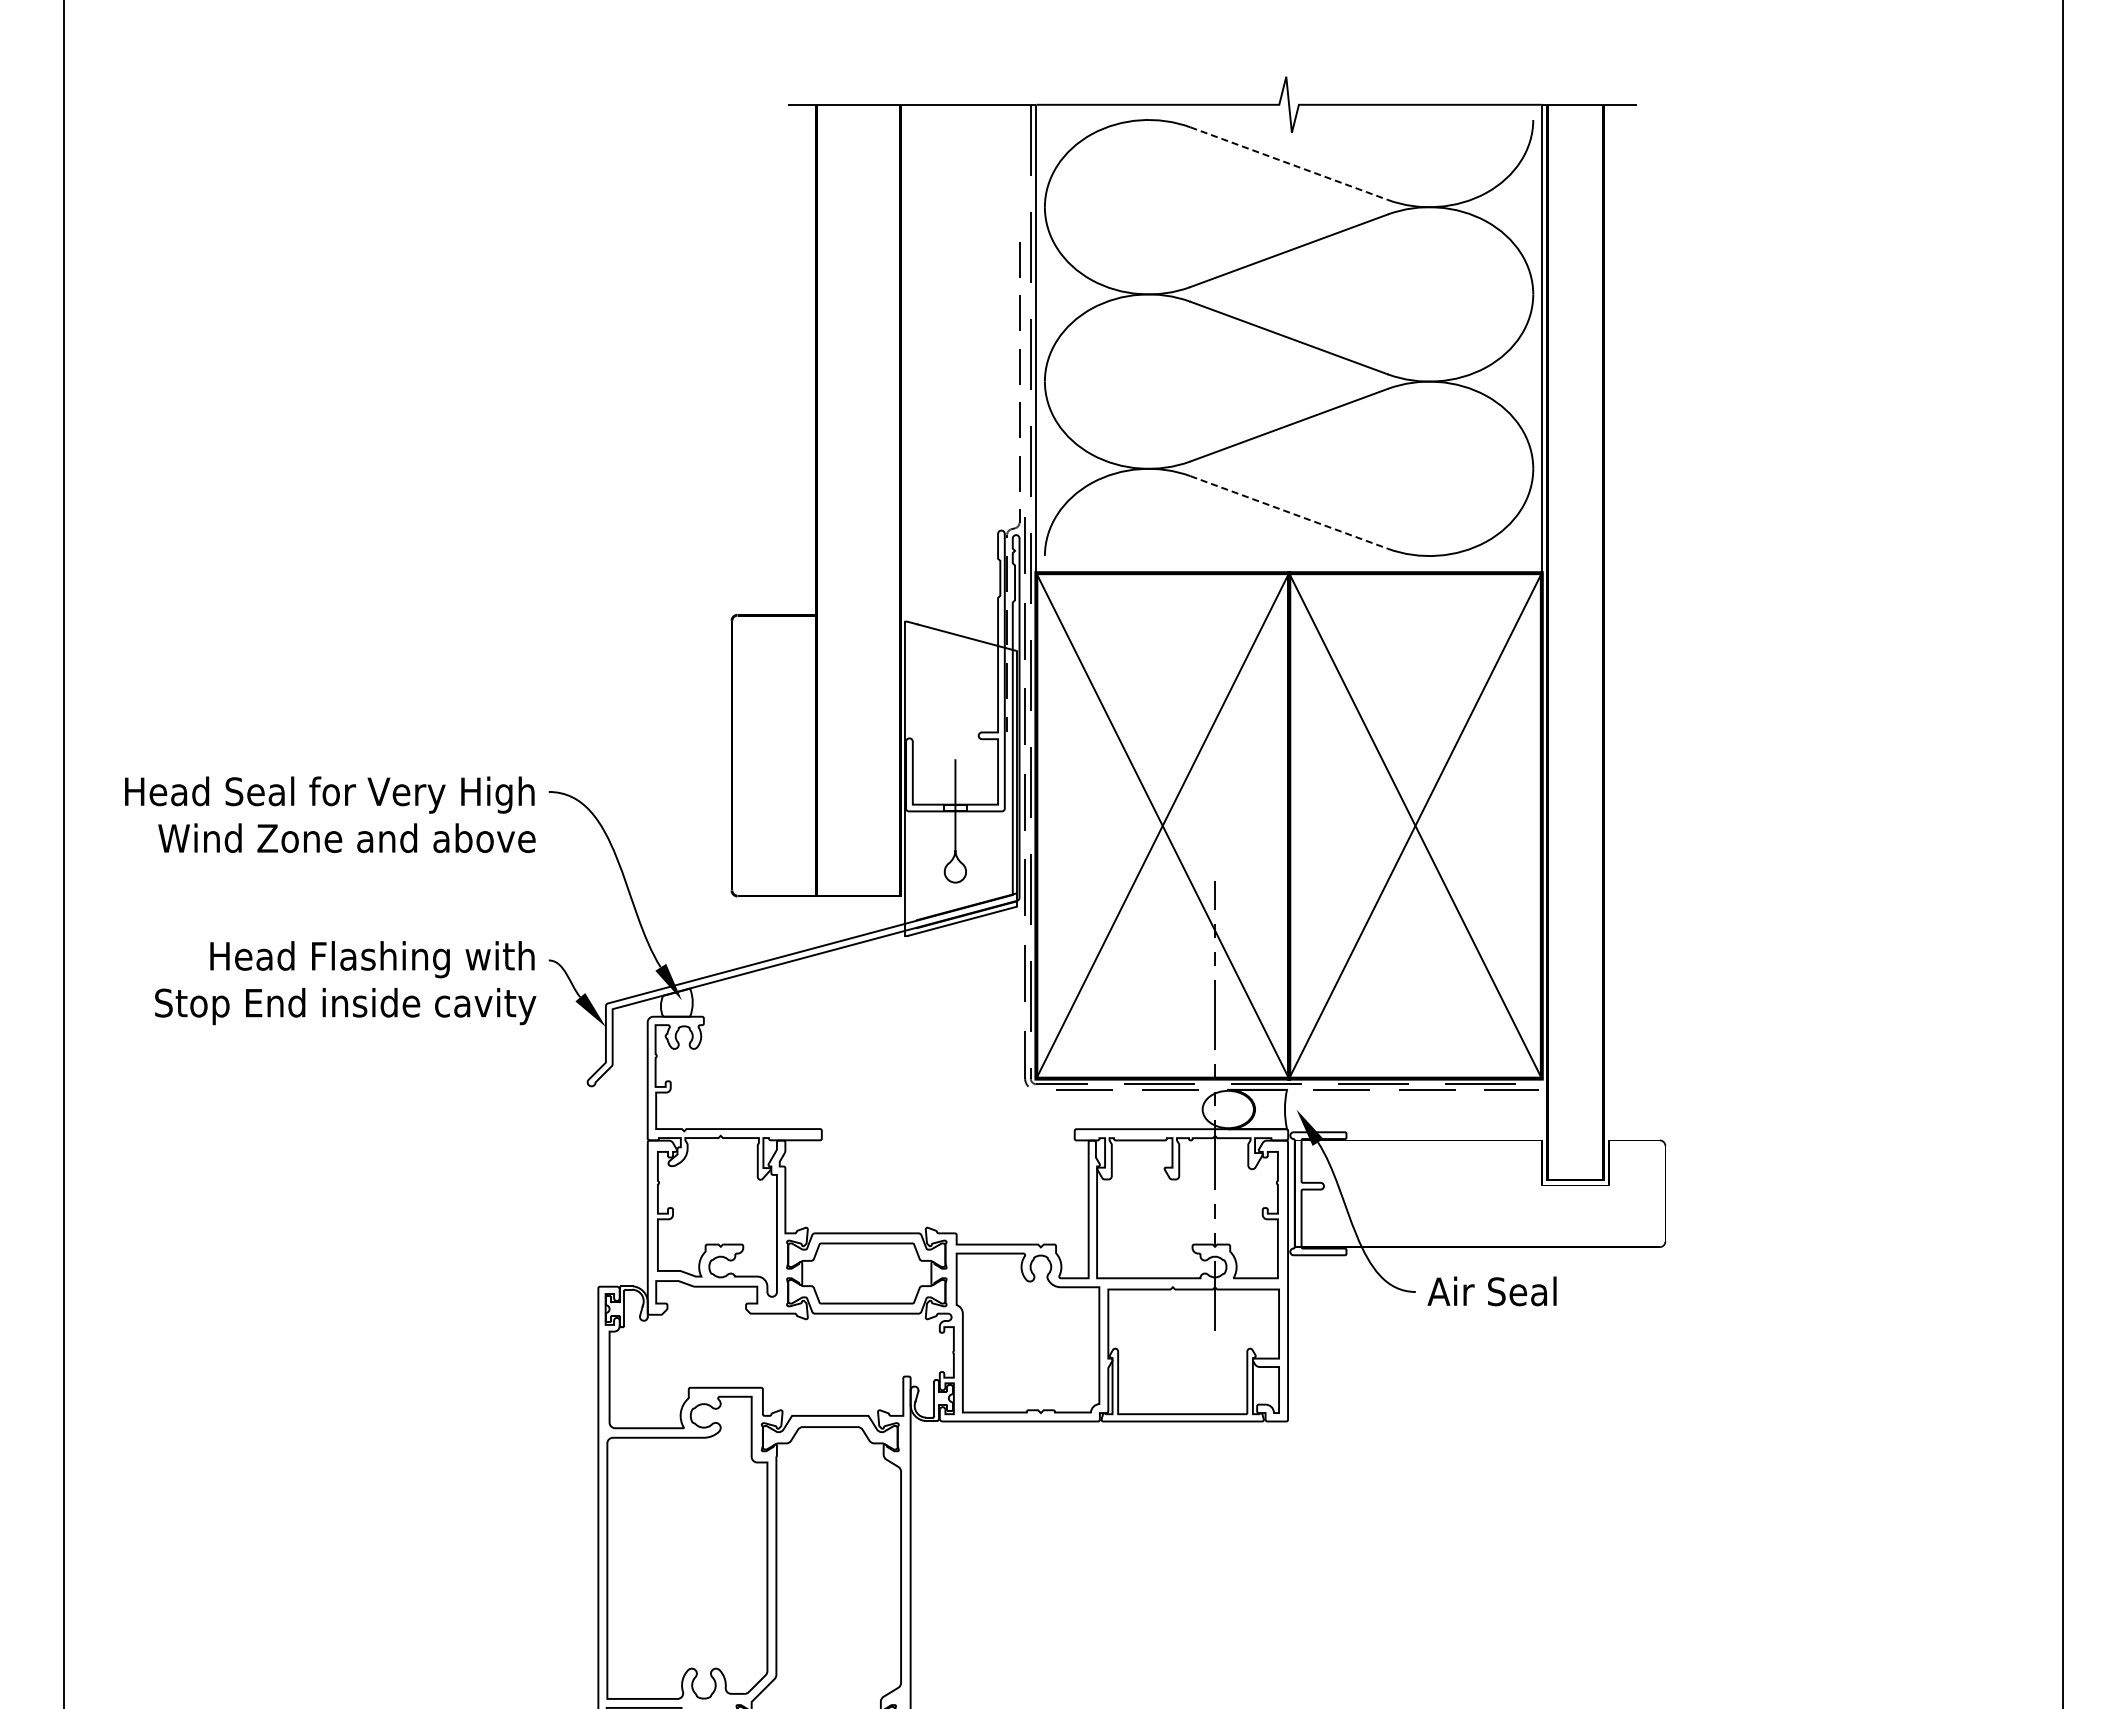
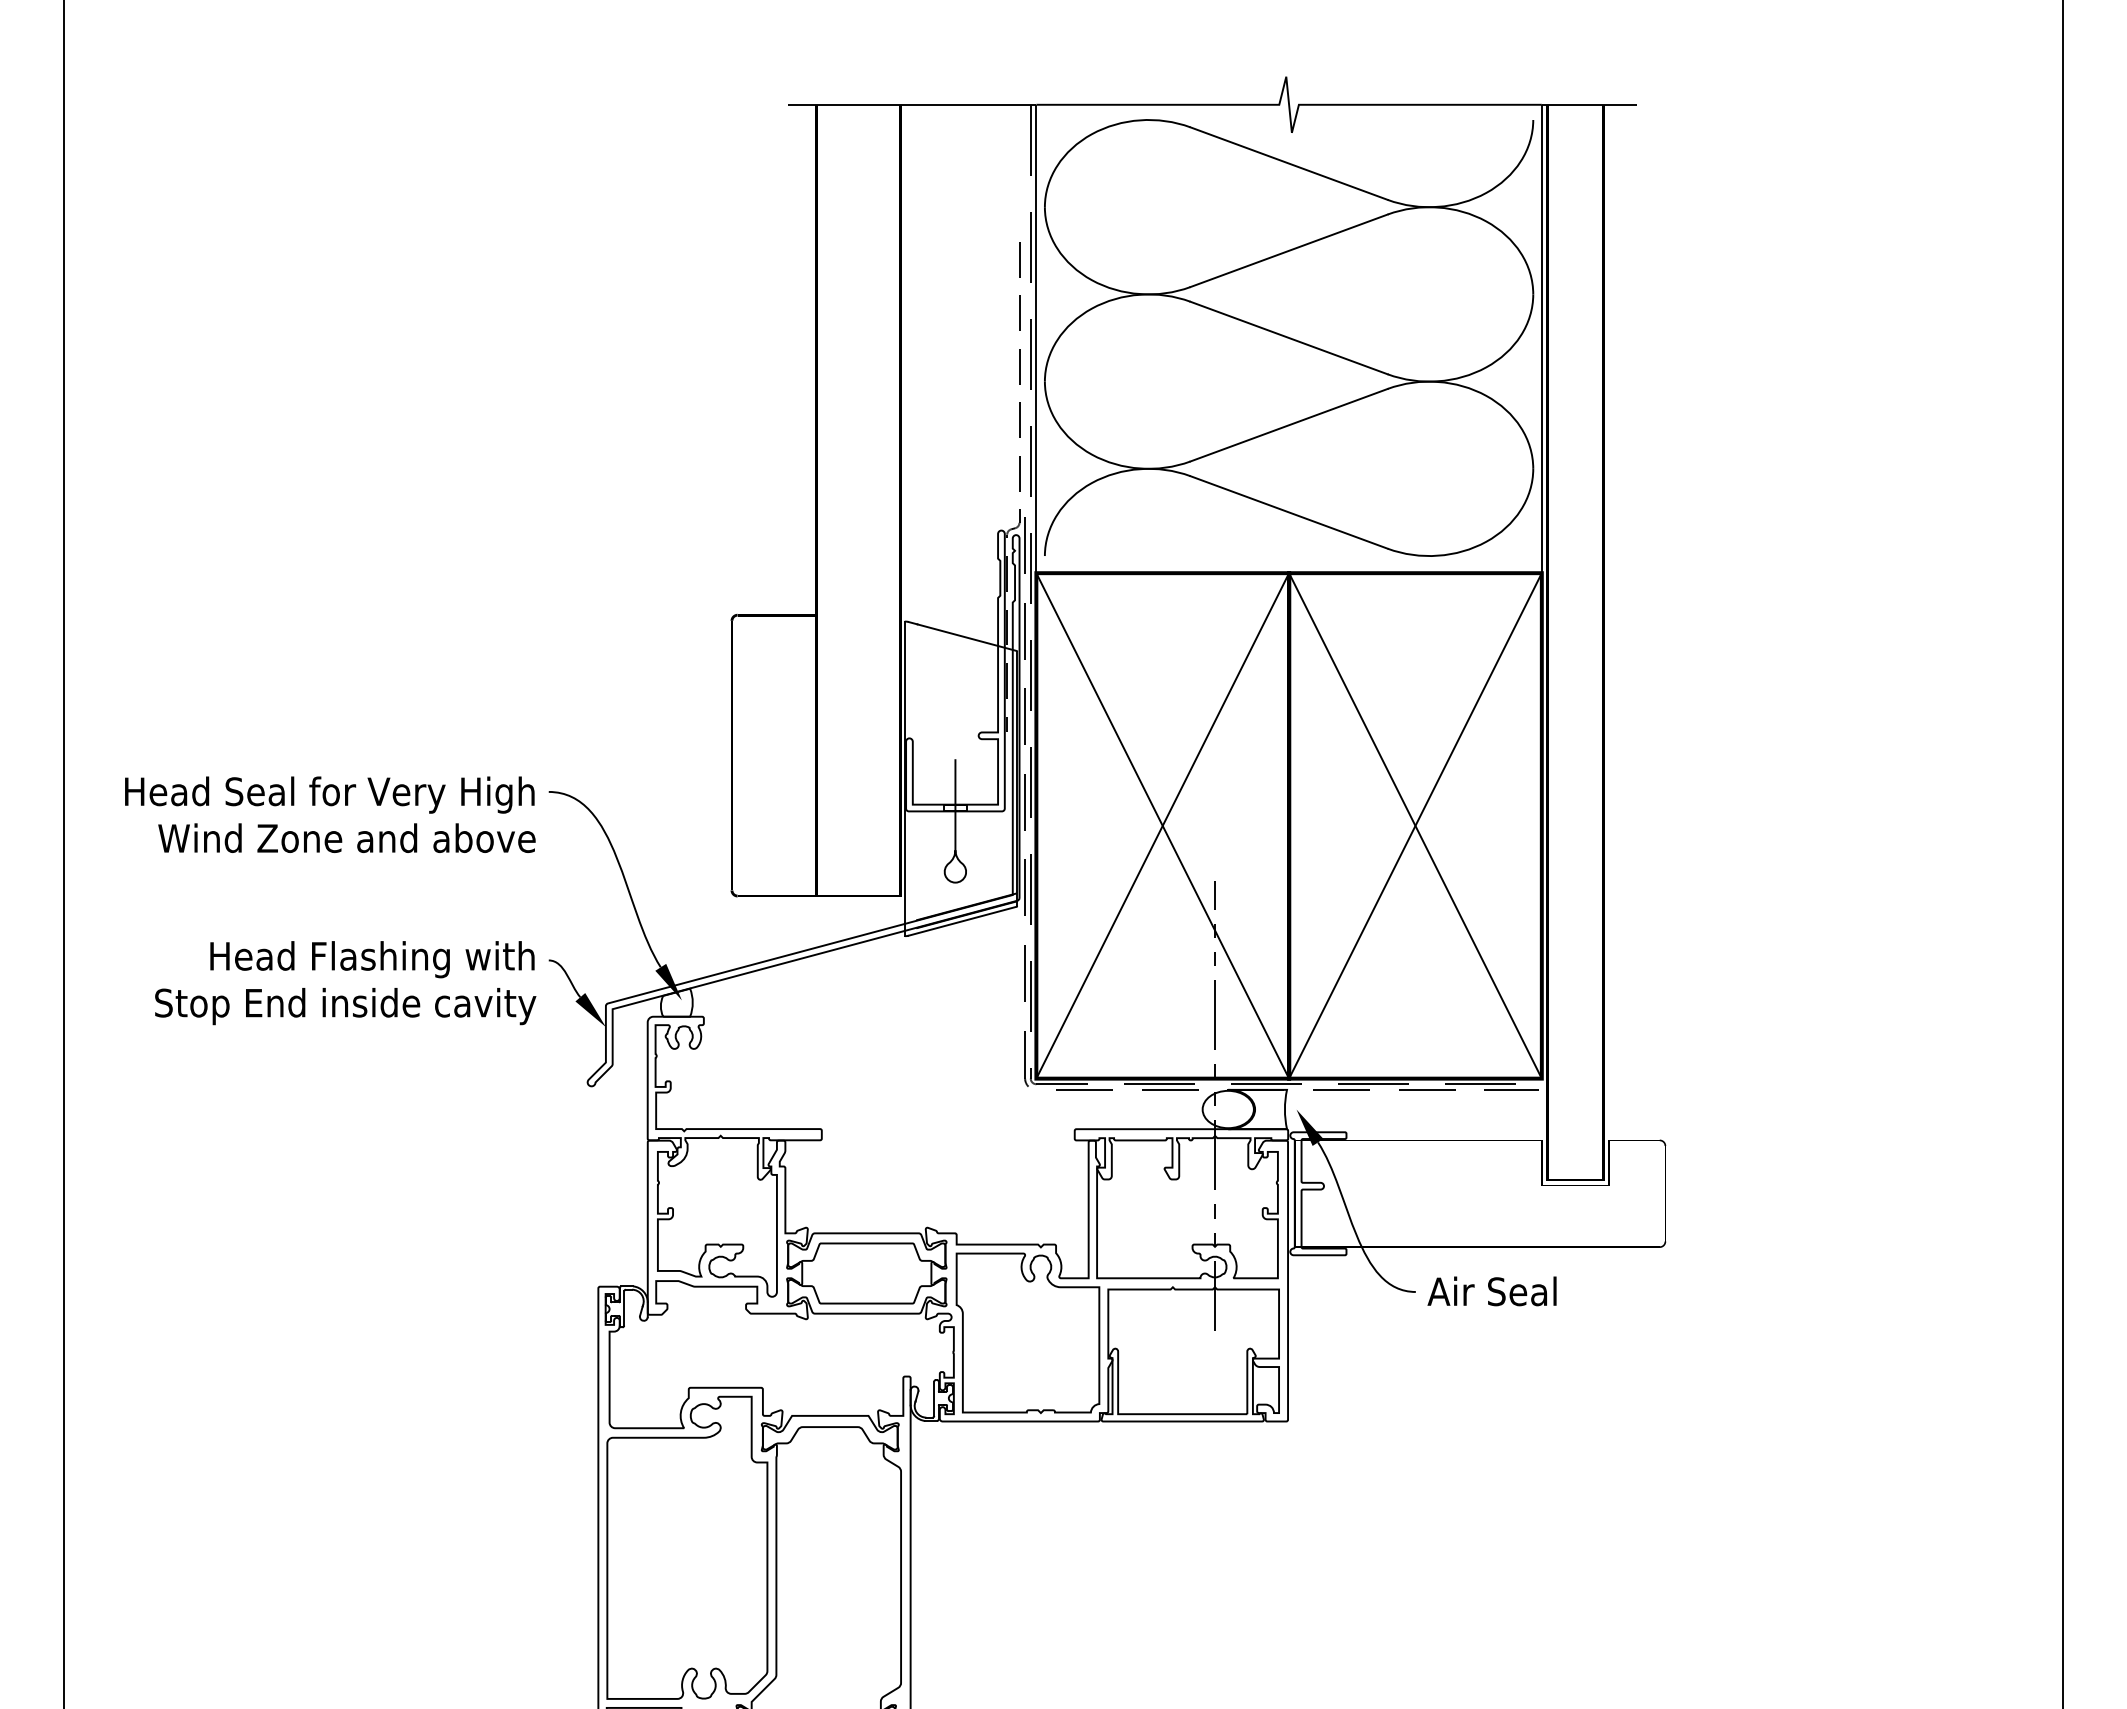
line at (1289, 163): dashed -> solid
line at (1289, 512): dashed -> solid
